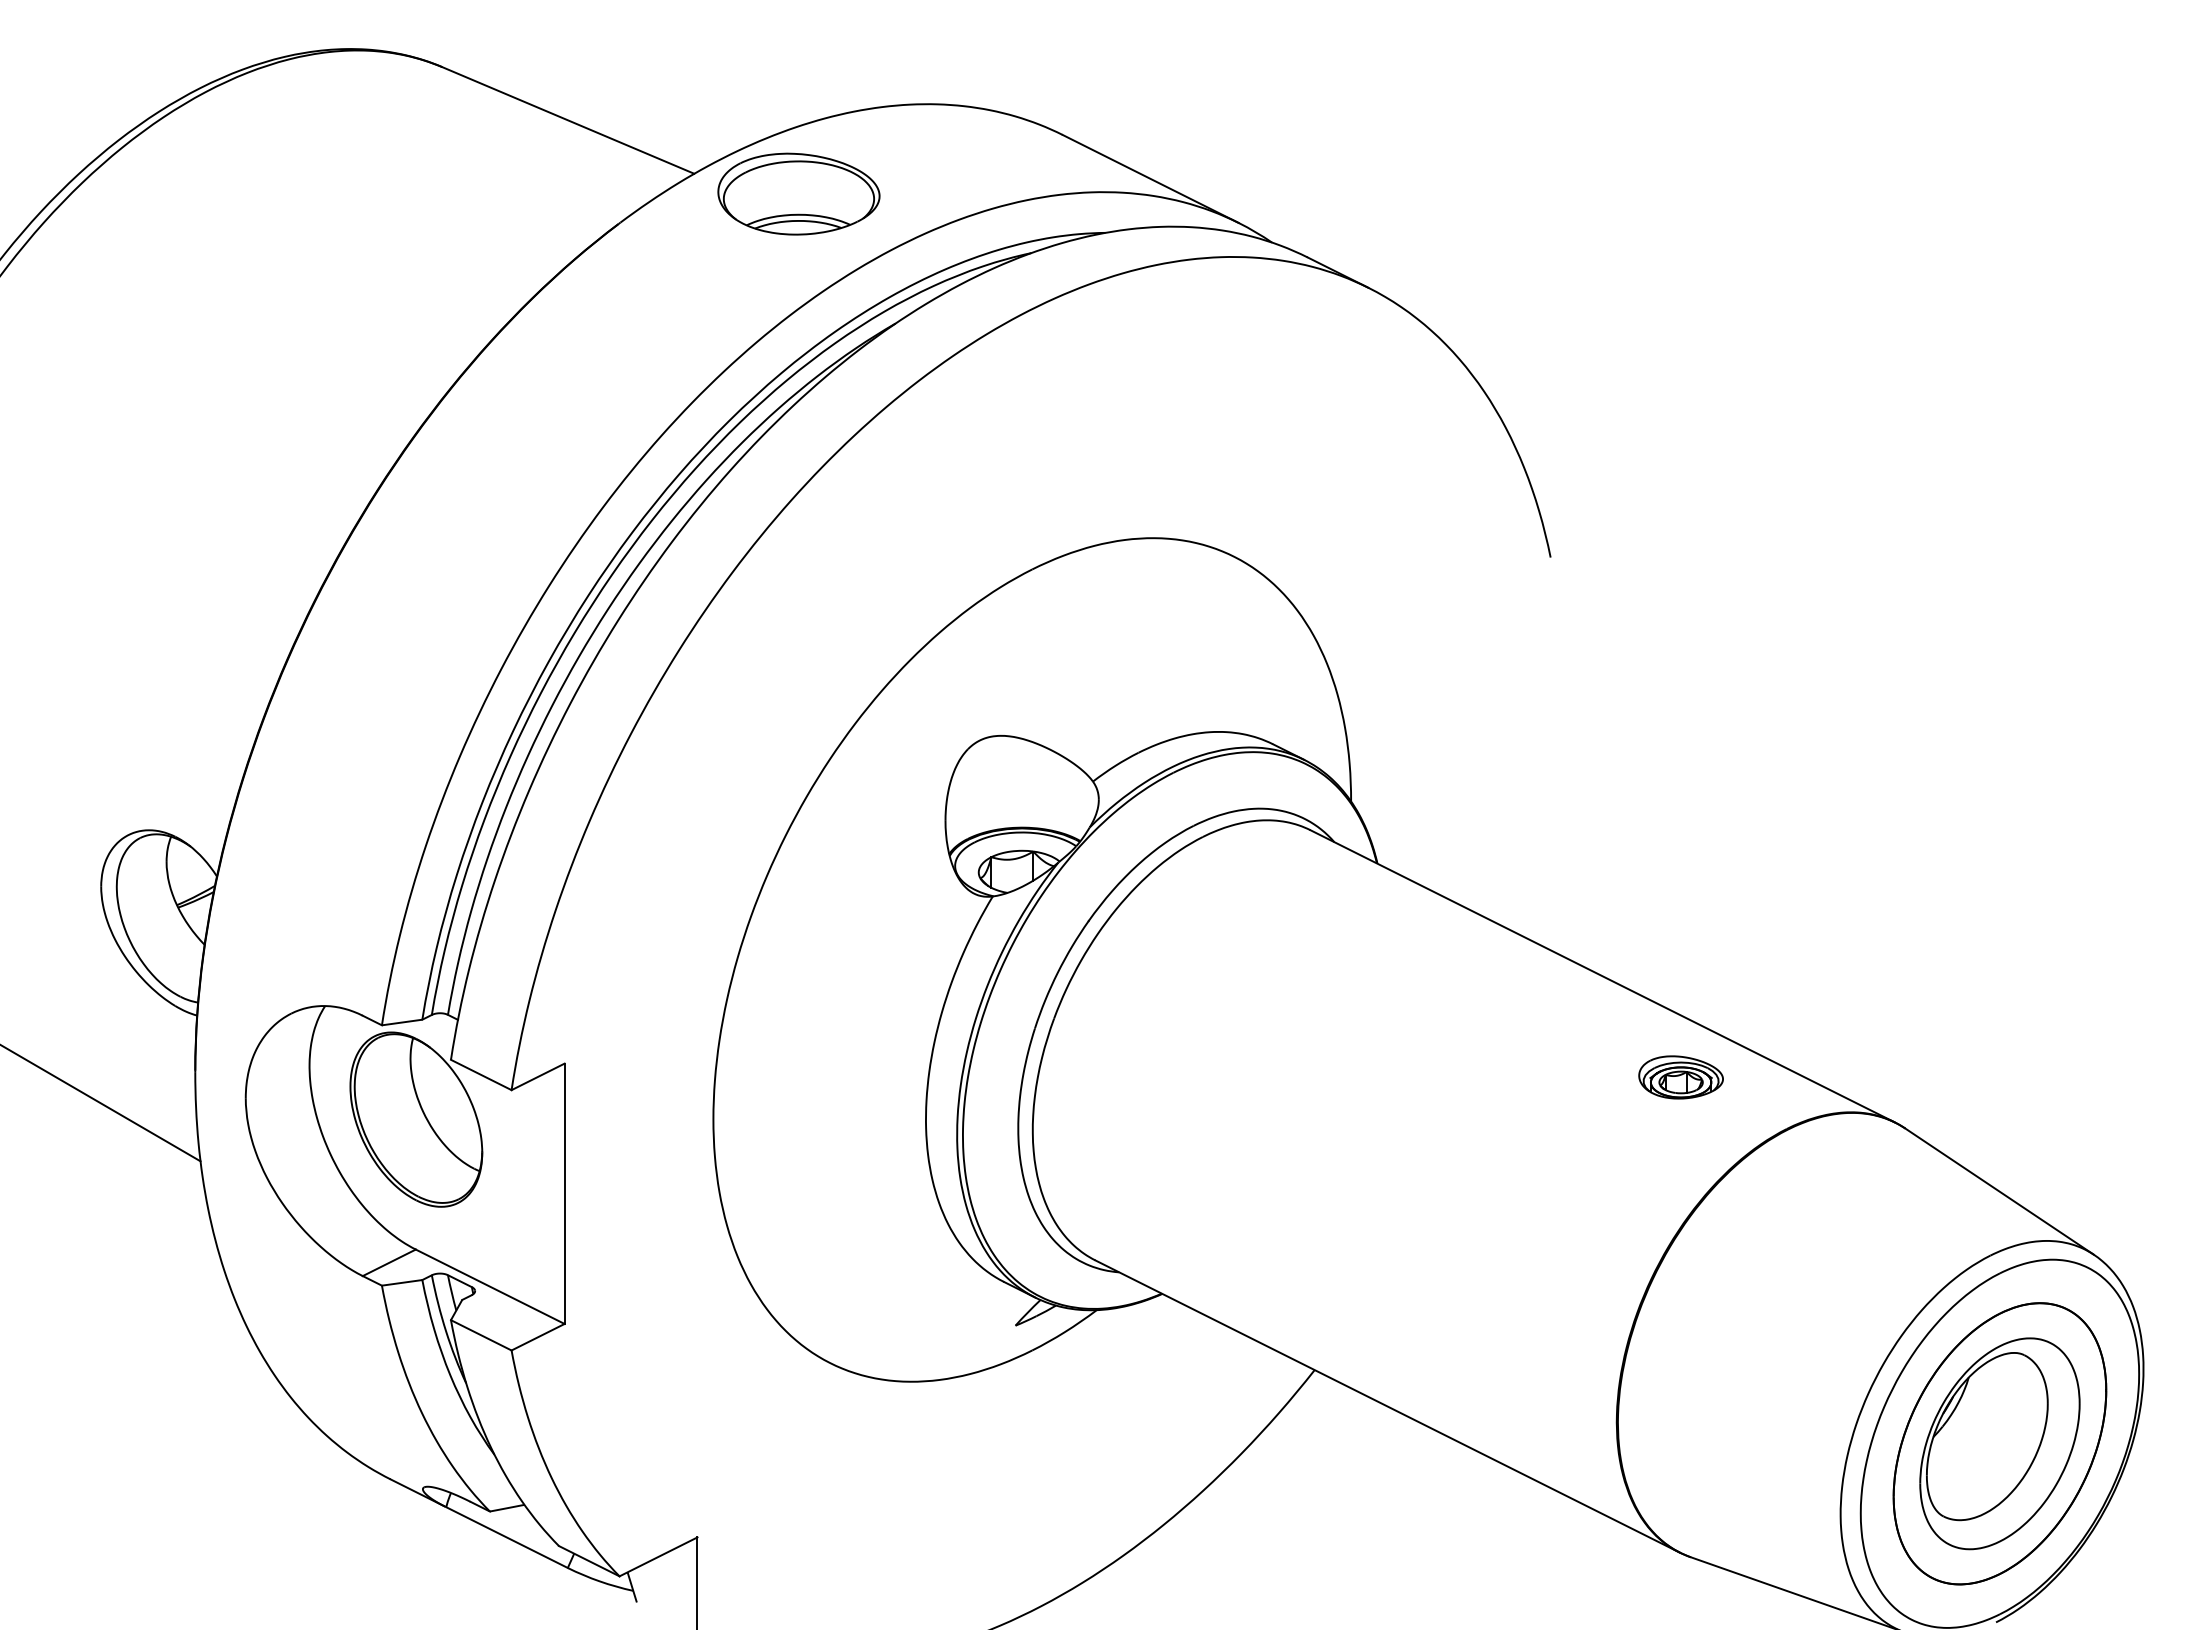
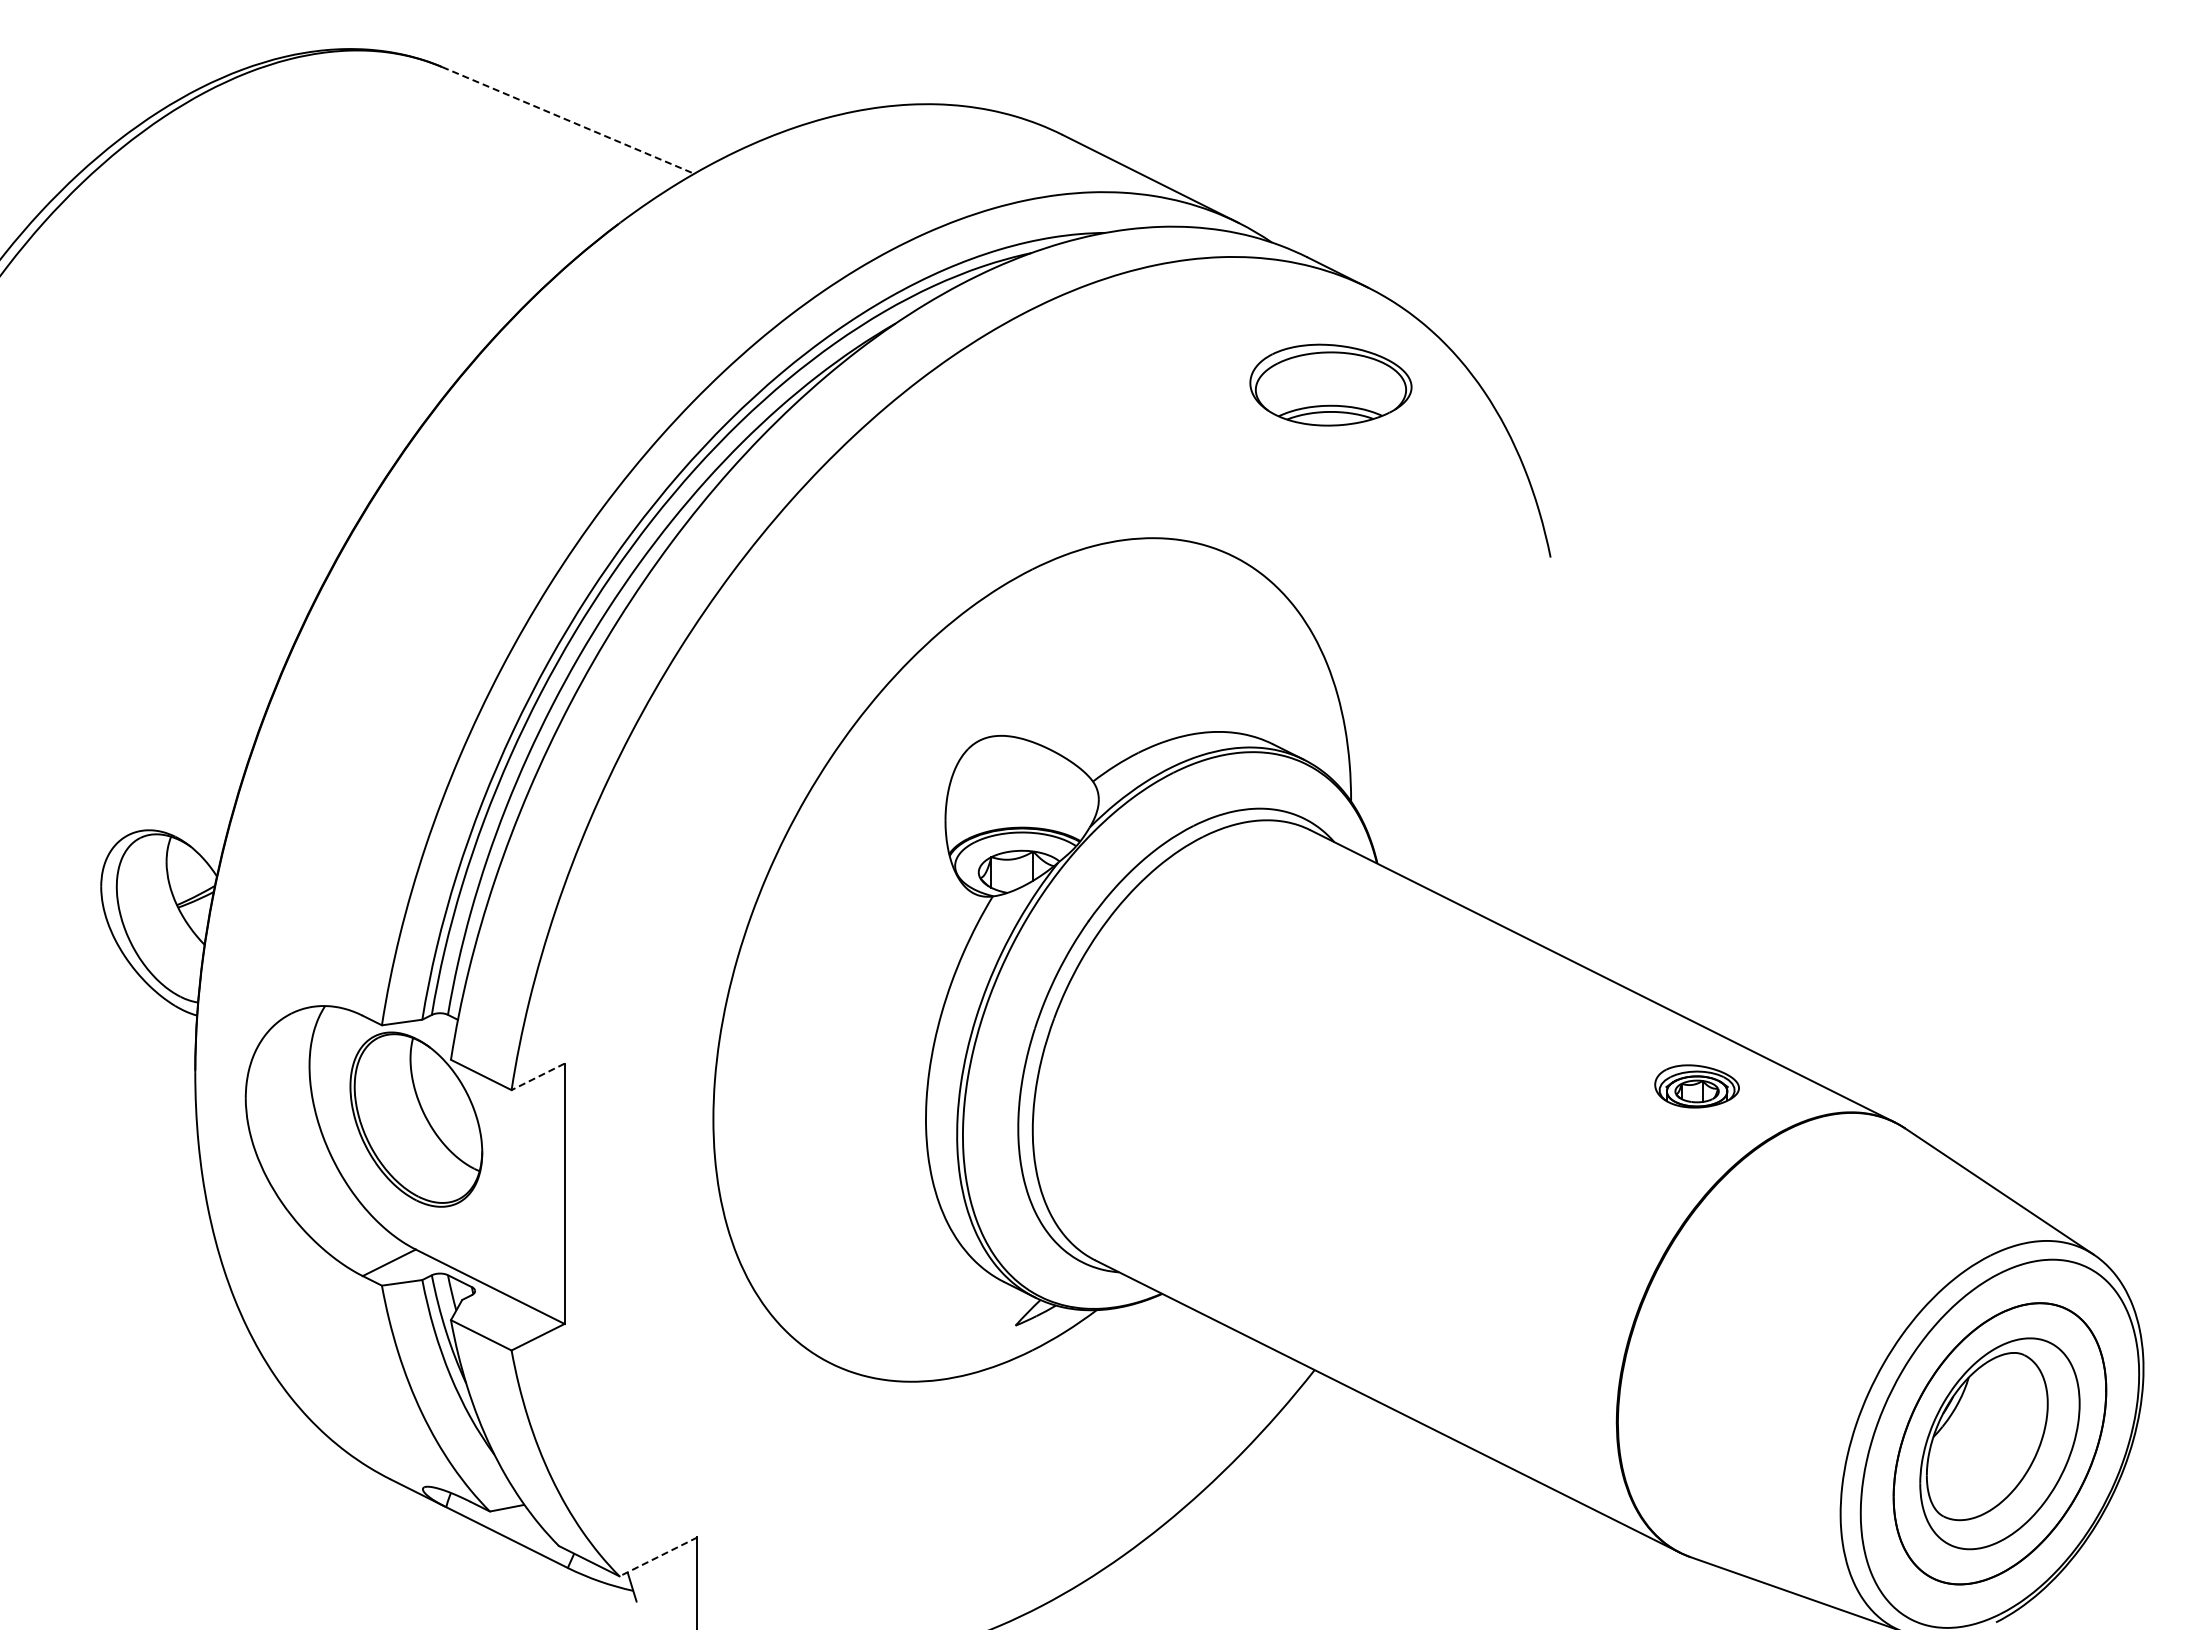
line at (568, 120): solid -> dashed
part at (798, 193) position: (798, 193) -> (1330, 384)
line at (538, 1076): solid -> dashed
part at (1680, 1077) position: (1680, 1077) -> (1696, 1086)
line at (101, 1103): present -> none
line at (658, 1556): solid -> dashed
